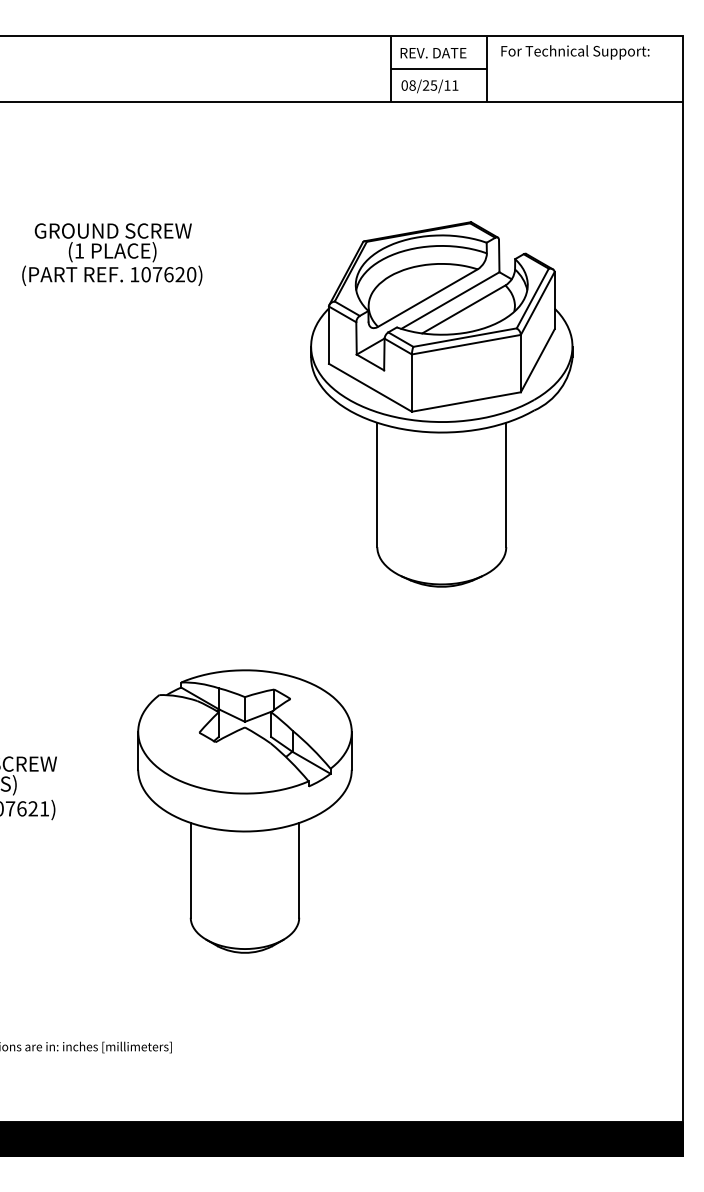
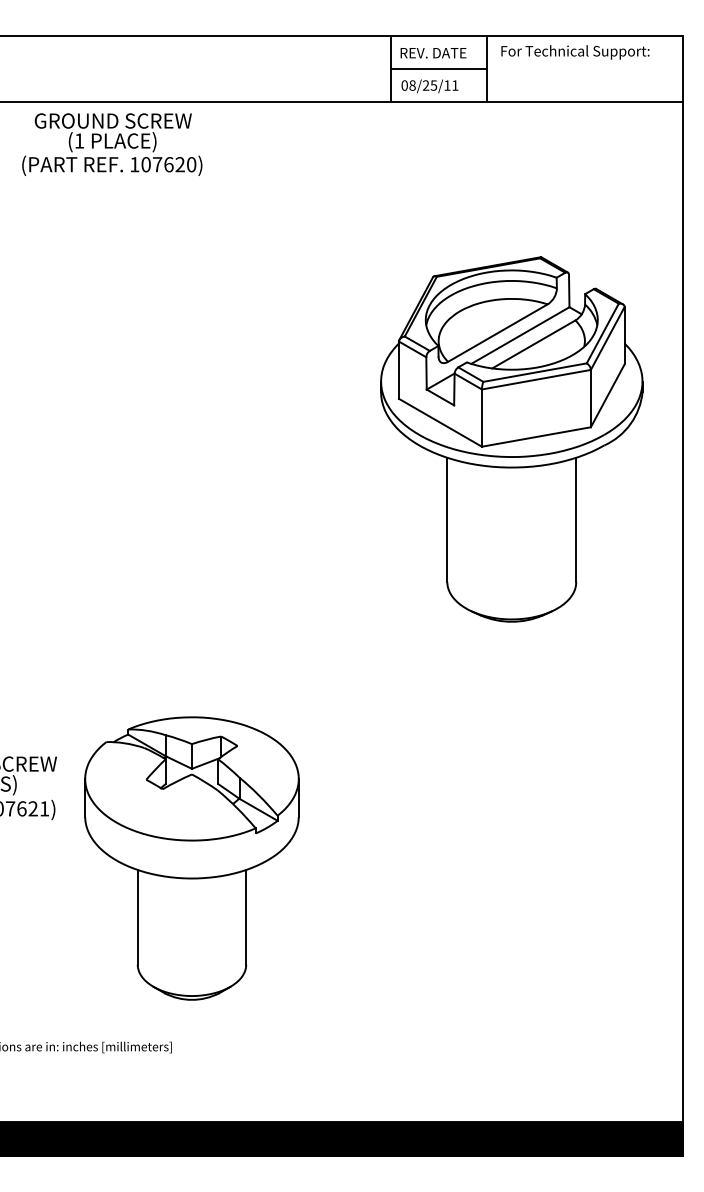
text at (112, 254) position: (112, 254) -> (112, 144)
part at (441, 404) position: (441, 404) -> (511, 439)
part at (244, 811) position: (244, 811) -> (191, 858)
